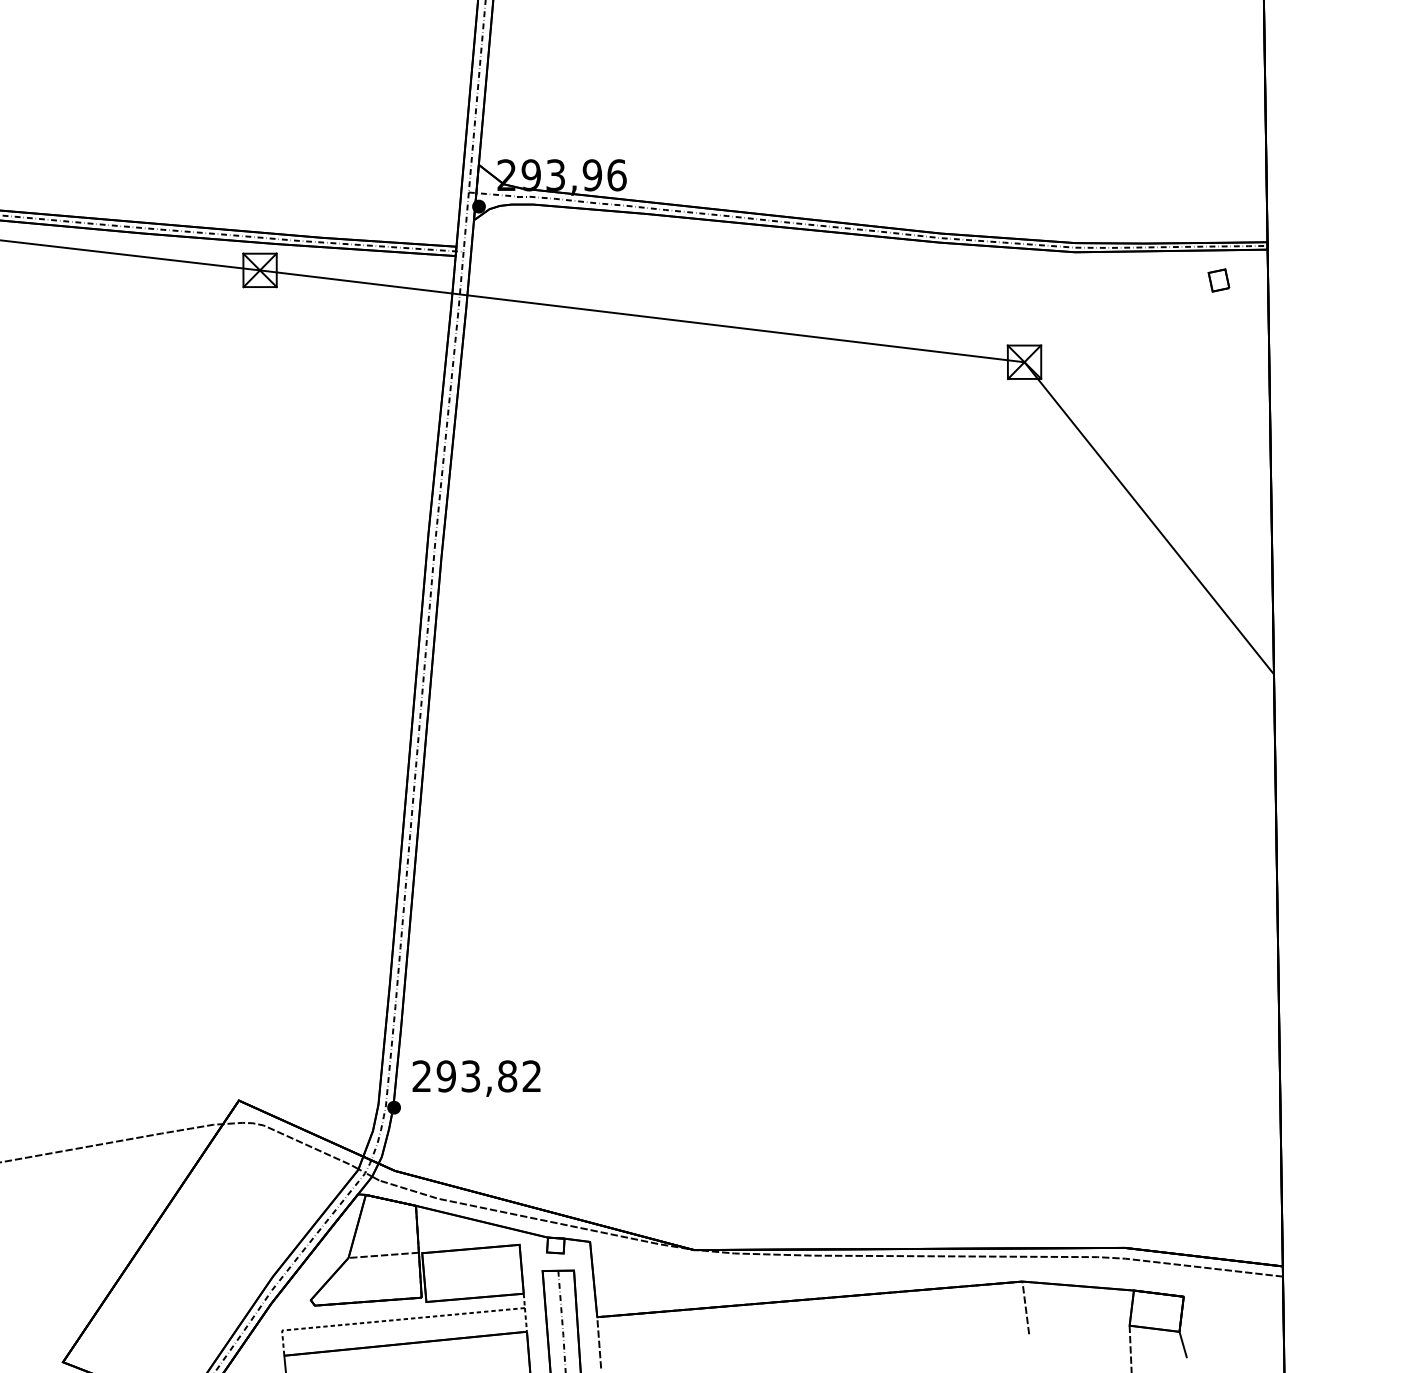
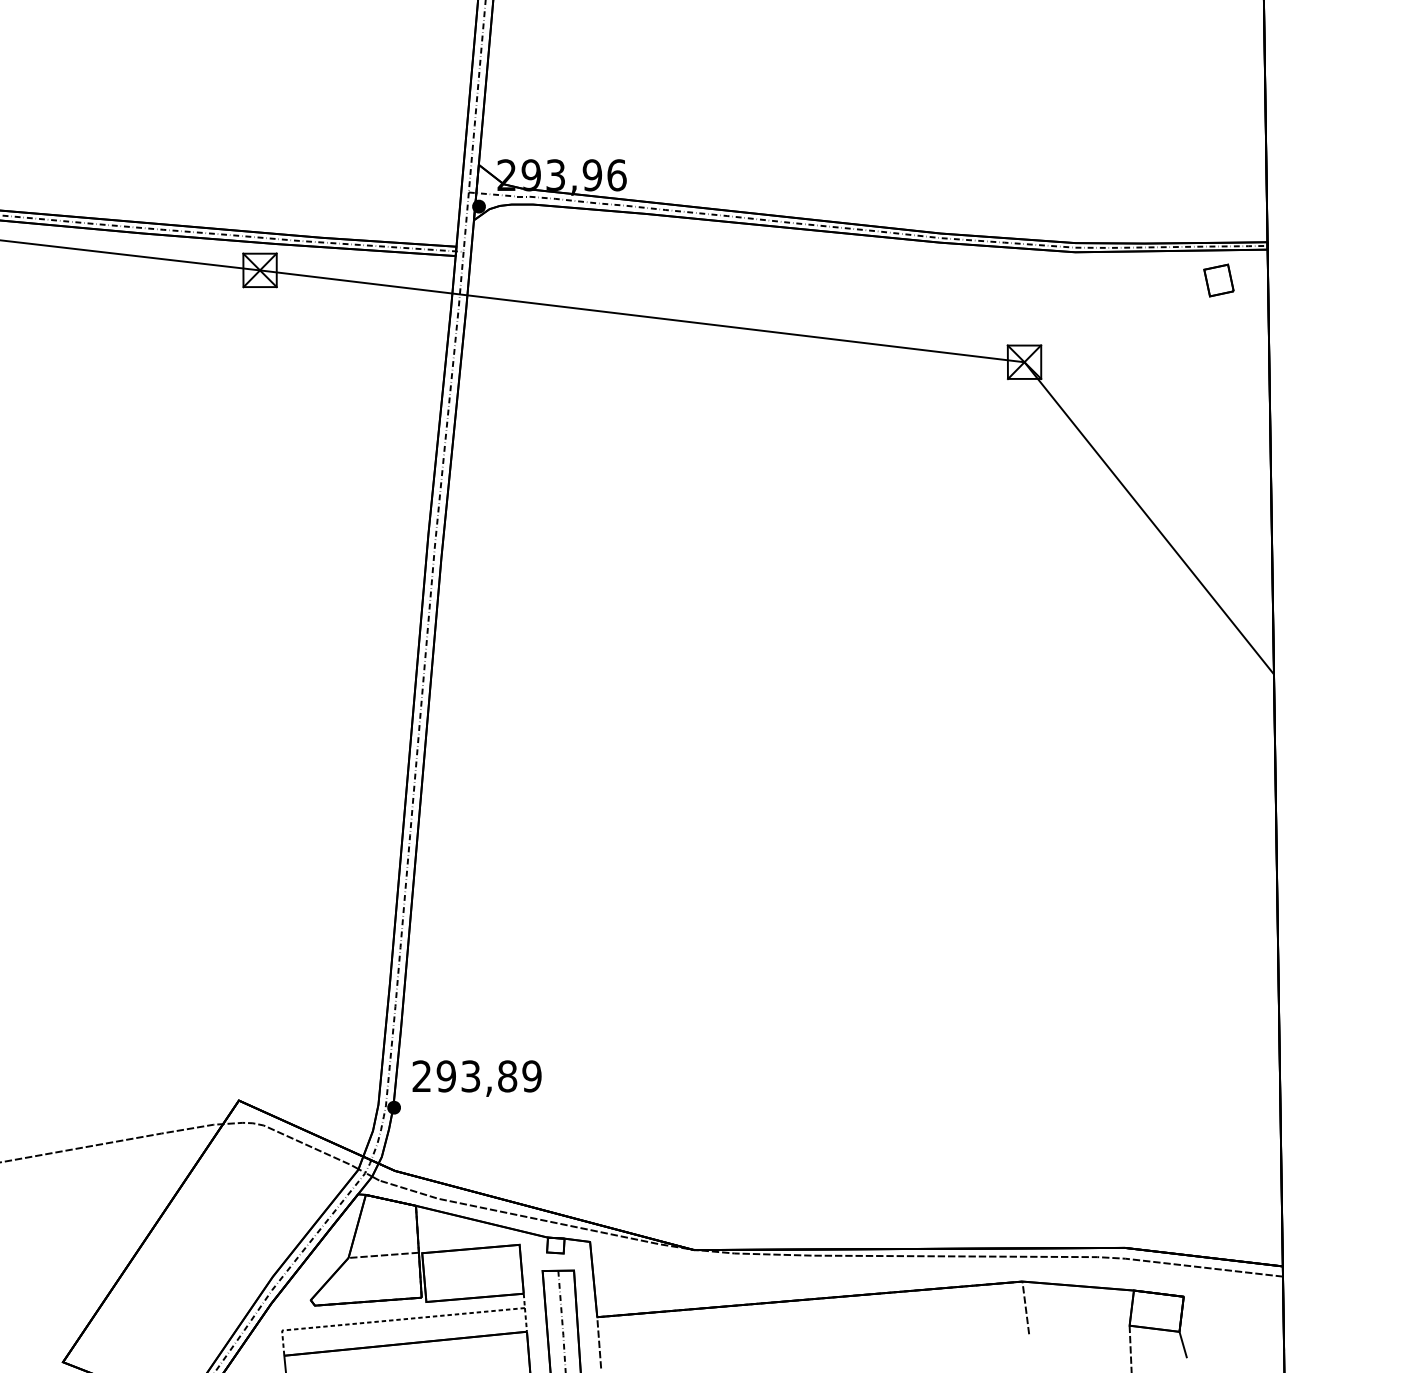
part at (1218, 280) size: 24x25 px -> 32x35 px
text at (531, 1076): 293,82 -> 293,89
